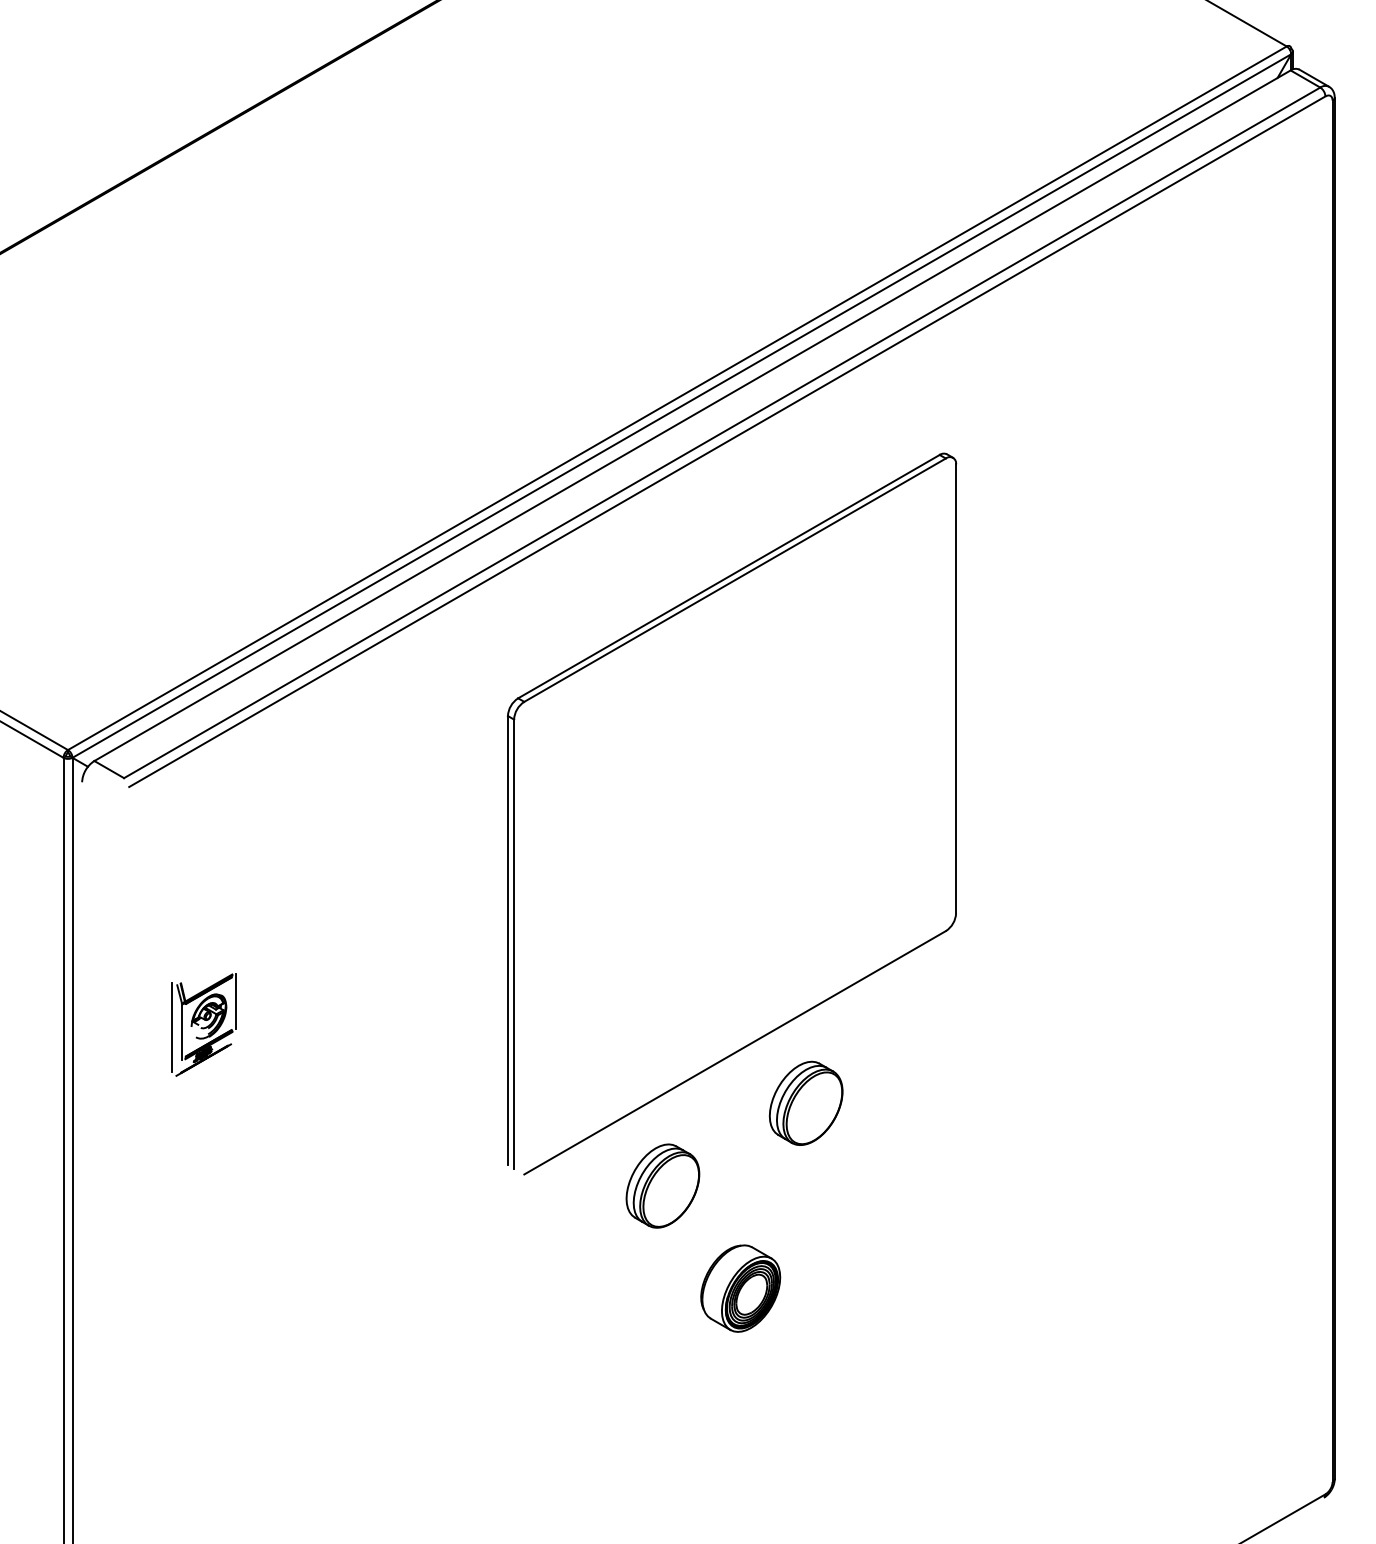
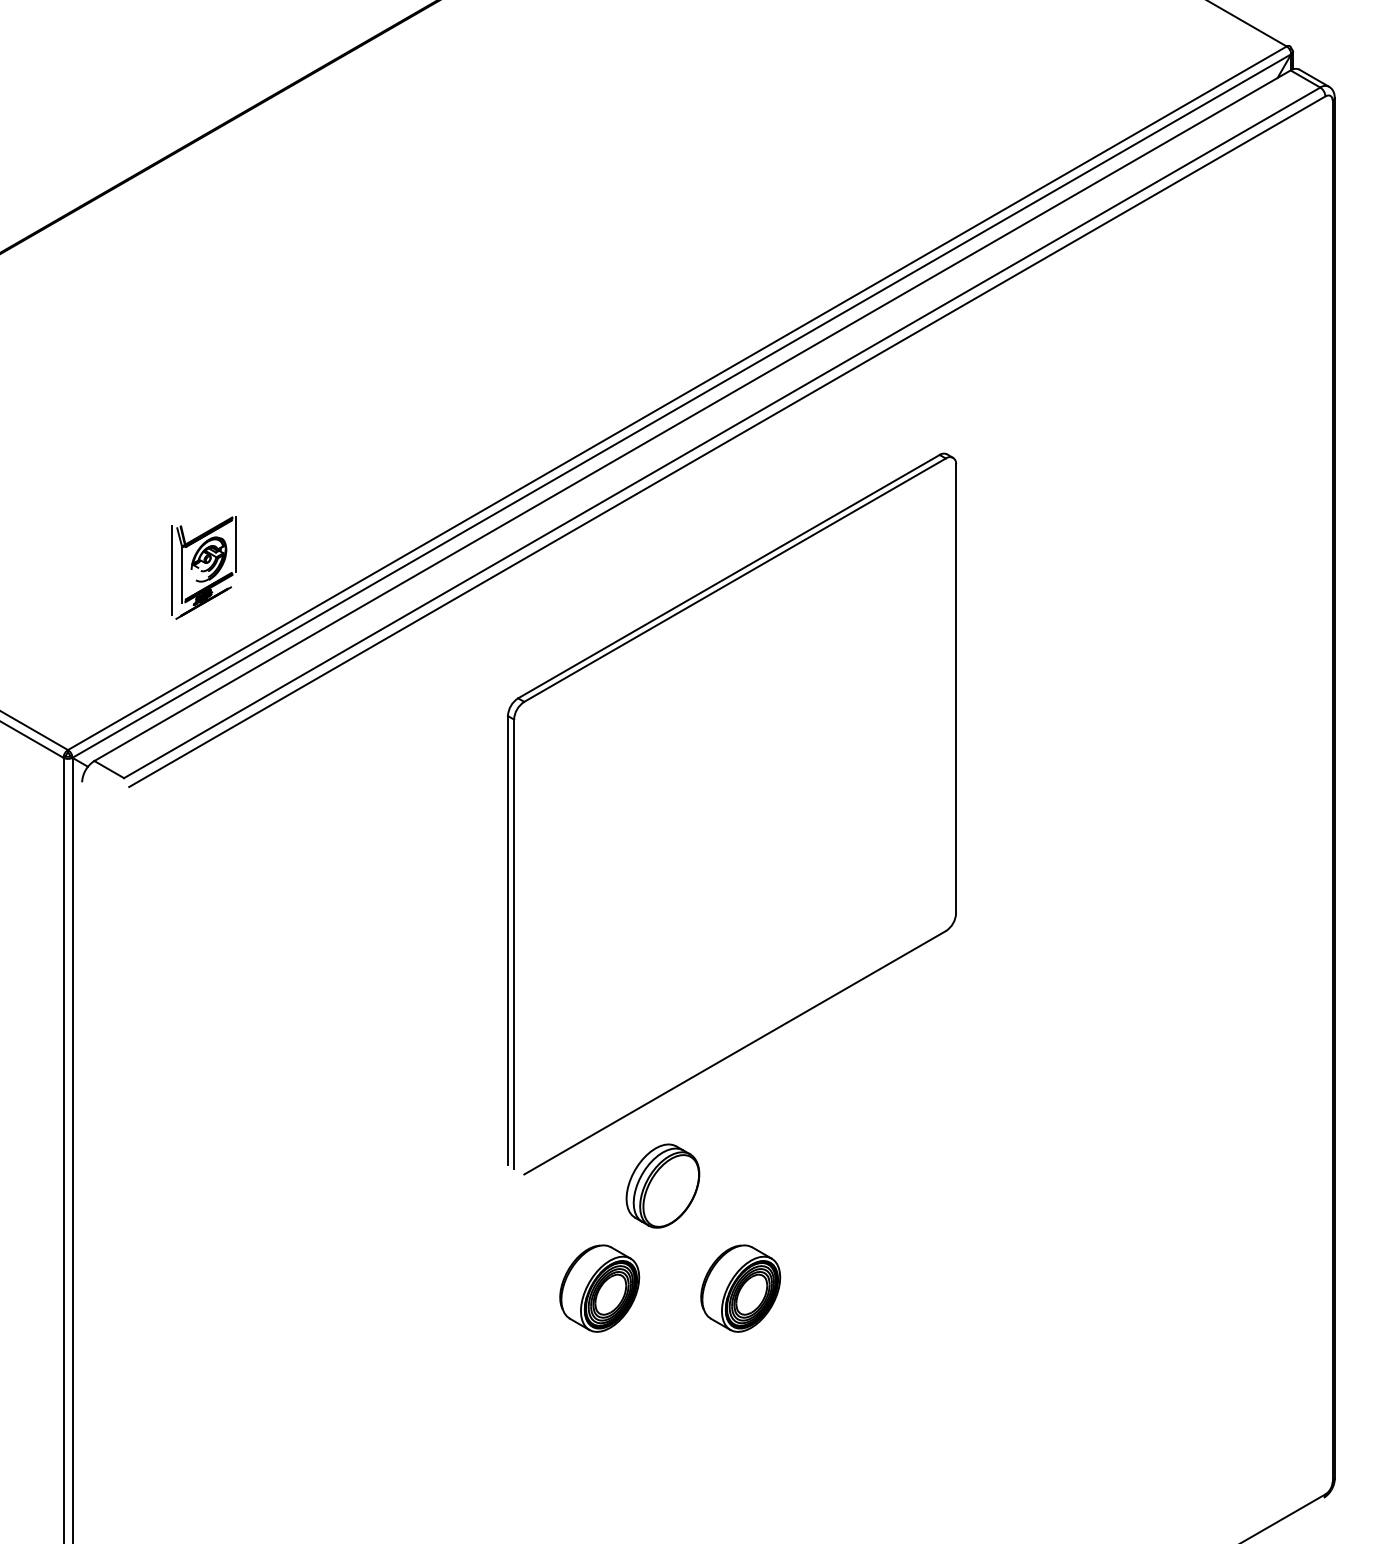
part at (203, 1024) position: (203, 1024) -> (203, 567)
part at (805, 1102): present -> none
part at (599, 1288): none -> present
